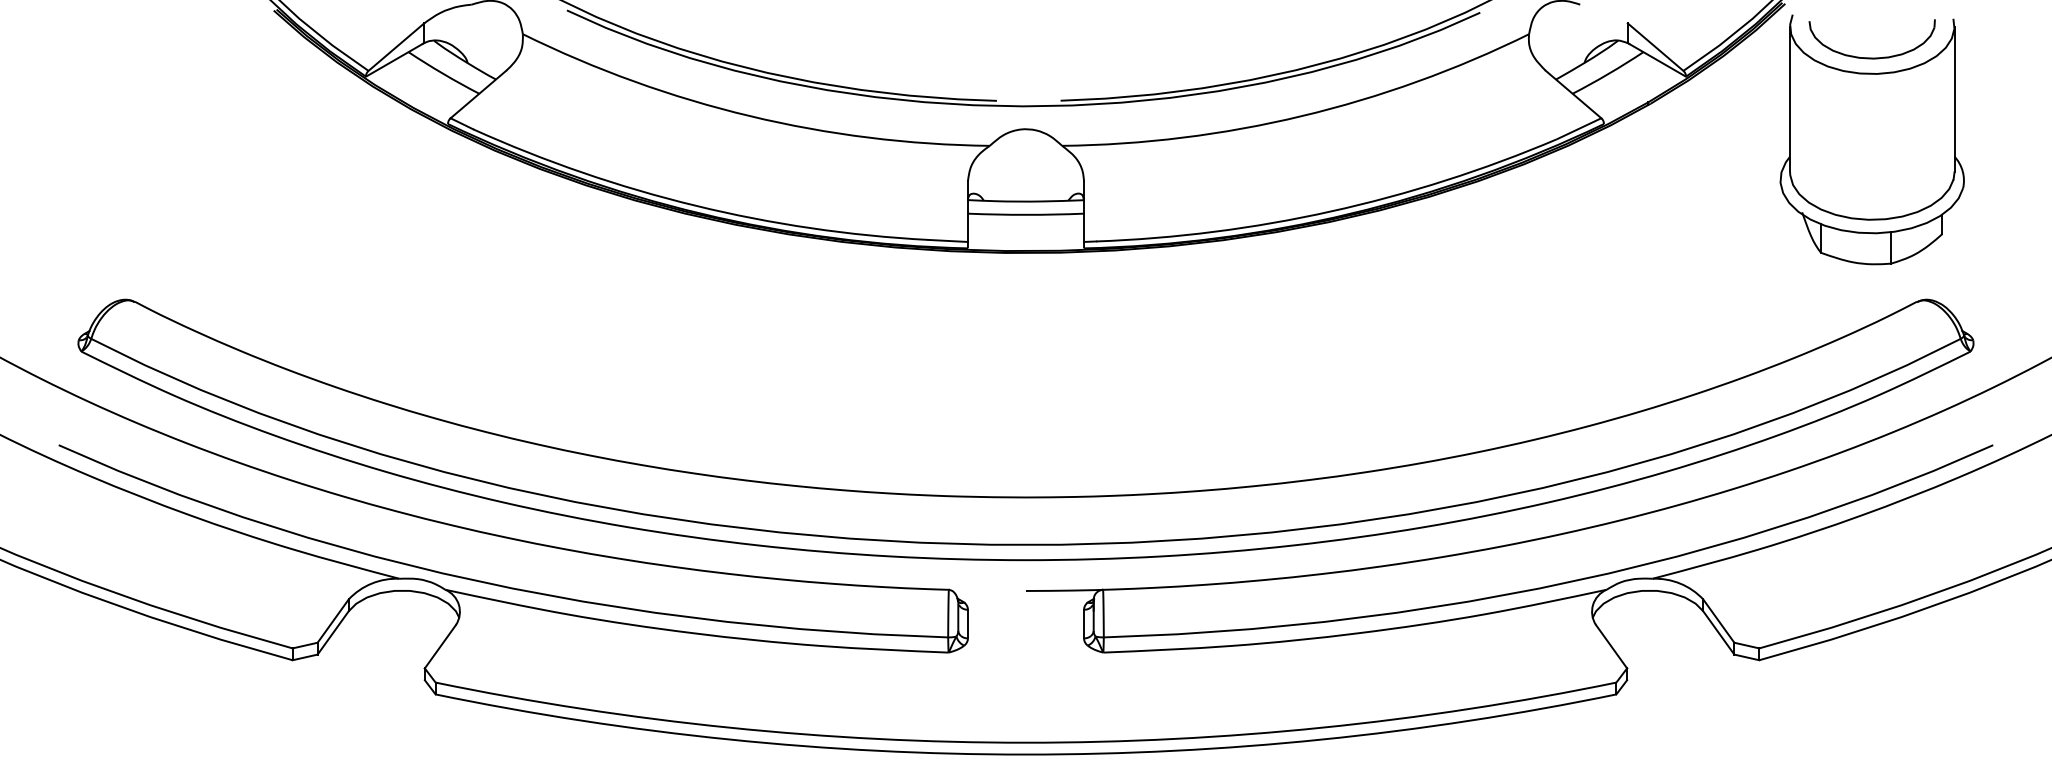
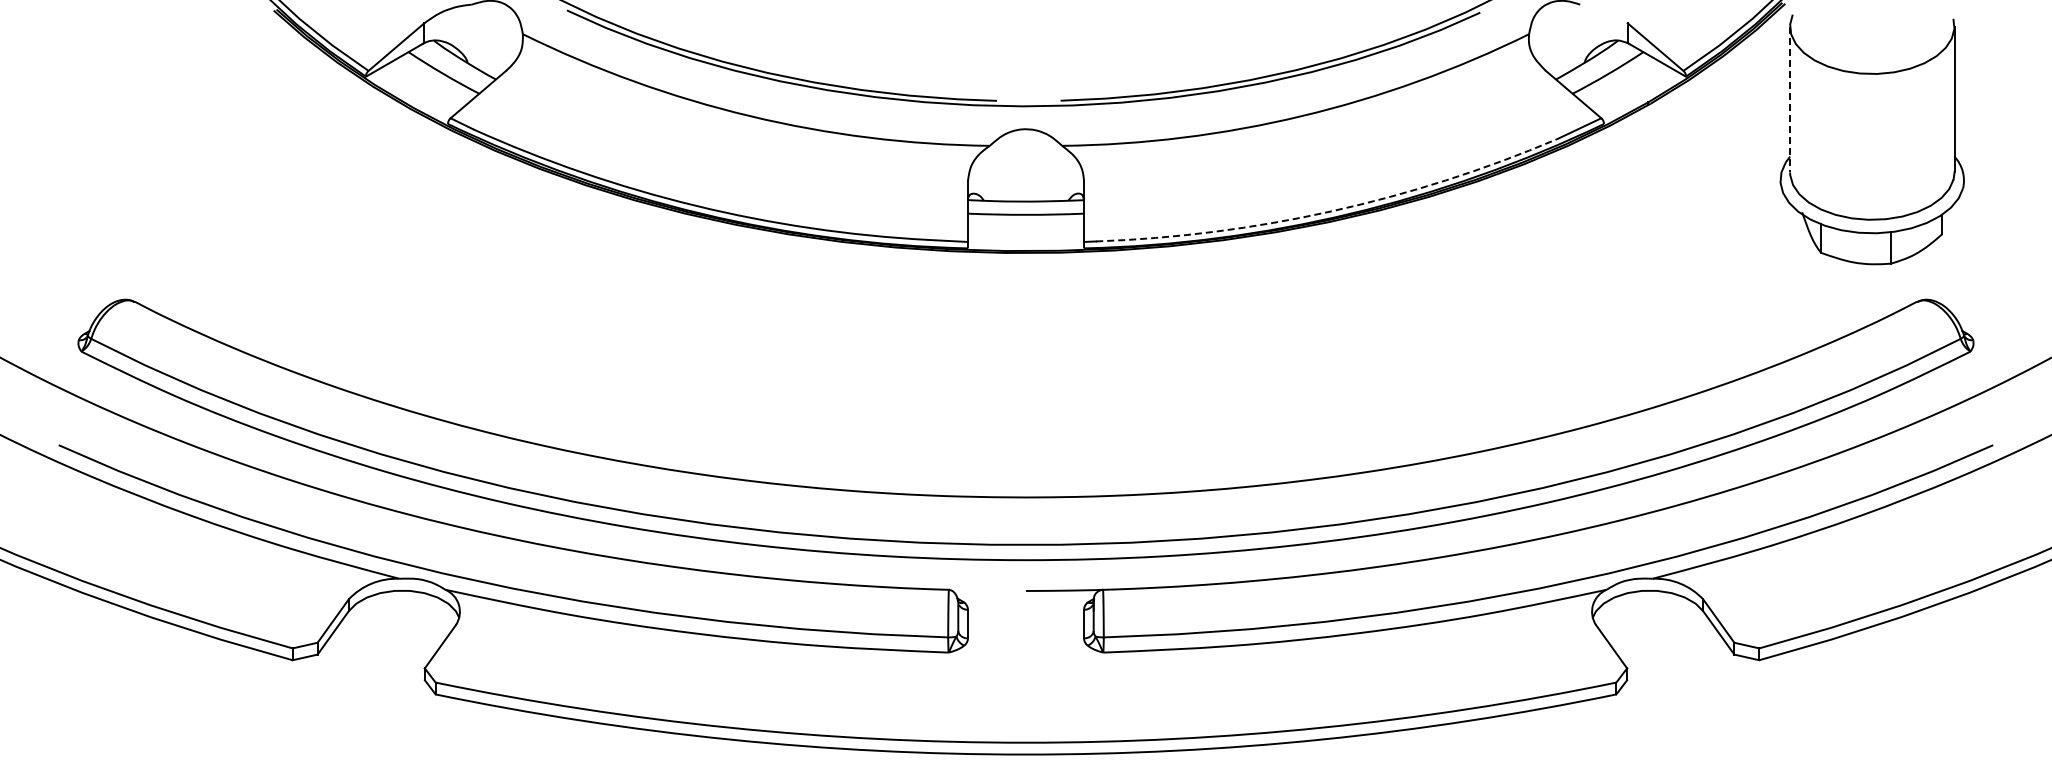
part at (1871, 57): present -> none
line at (1790, 99): solid -> dashed
arc at (1331, 211): solid -> dashed
